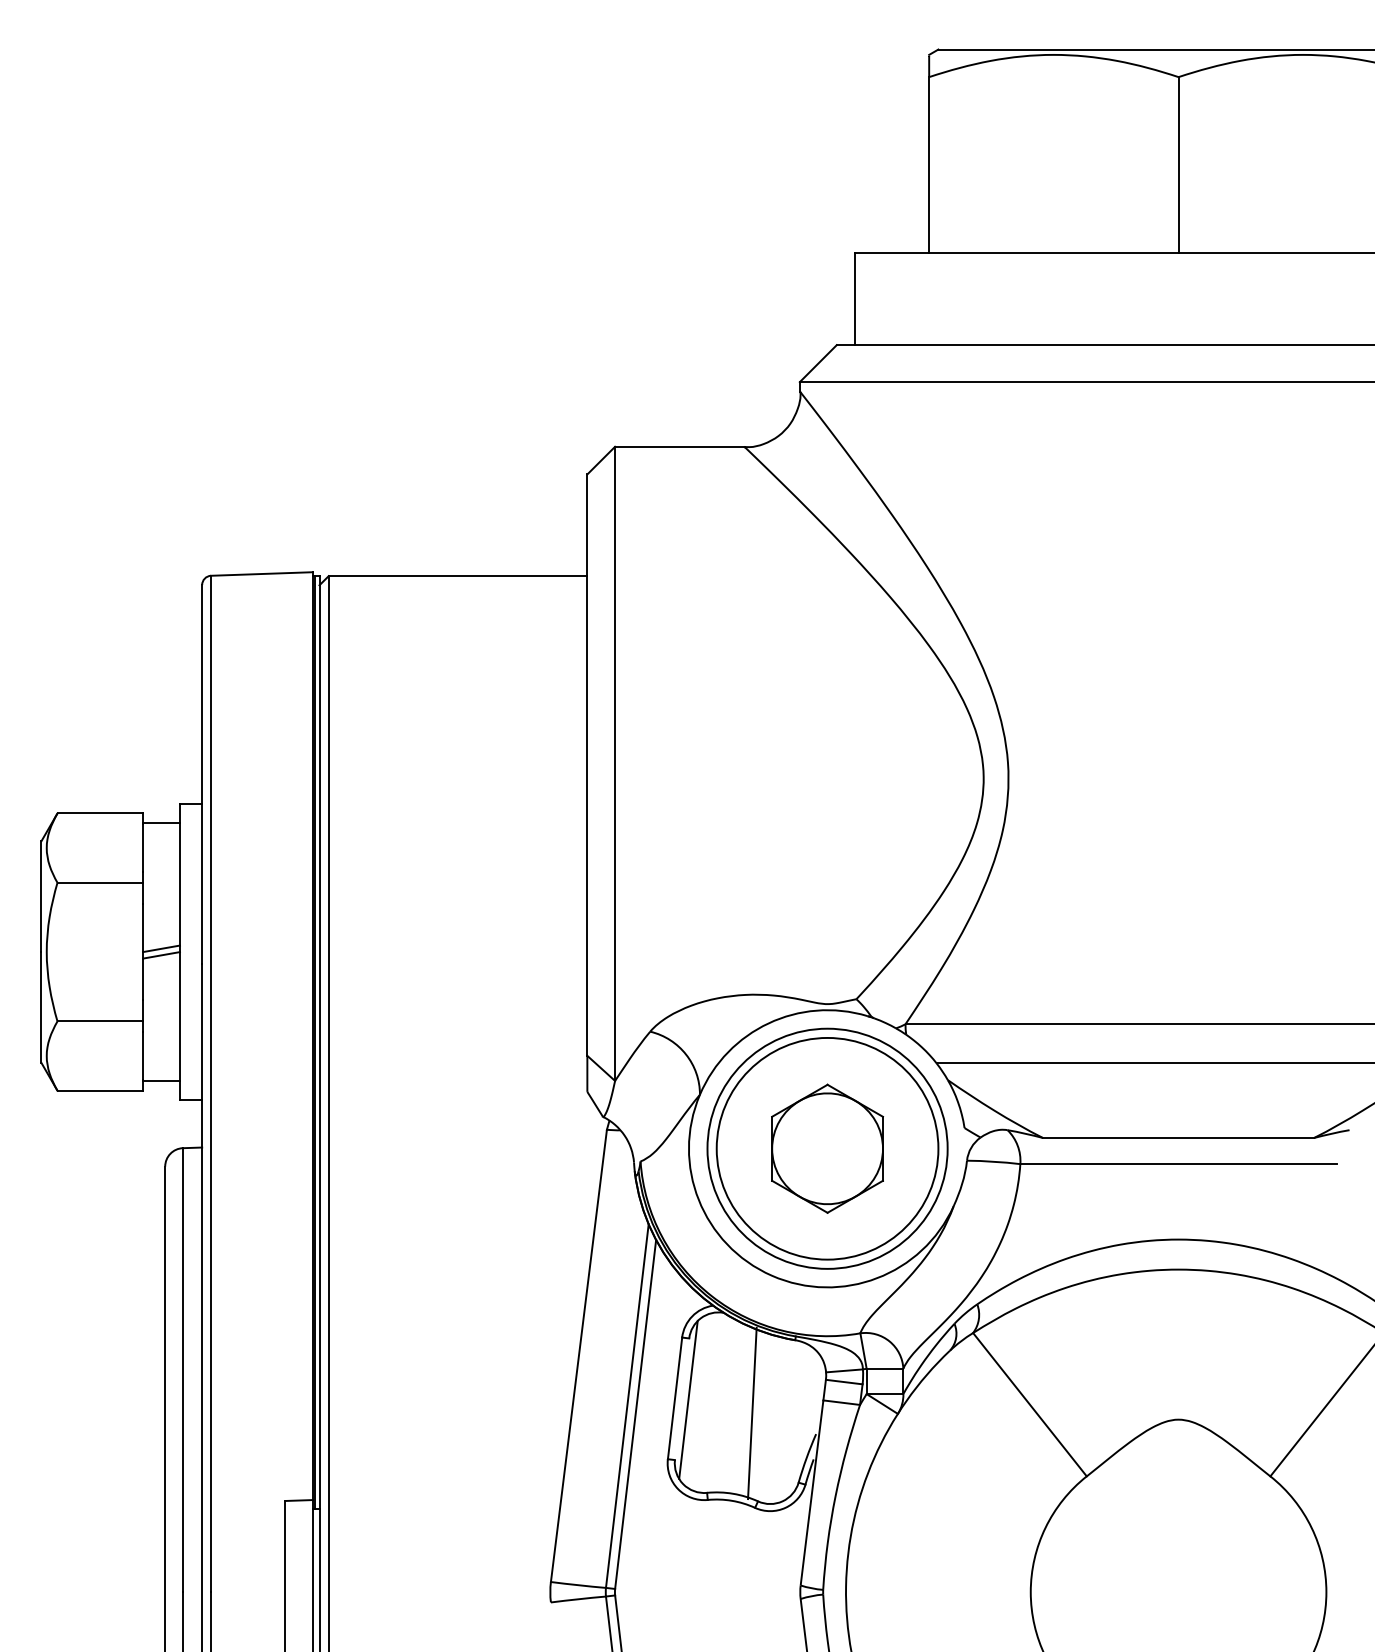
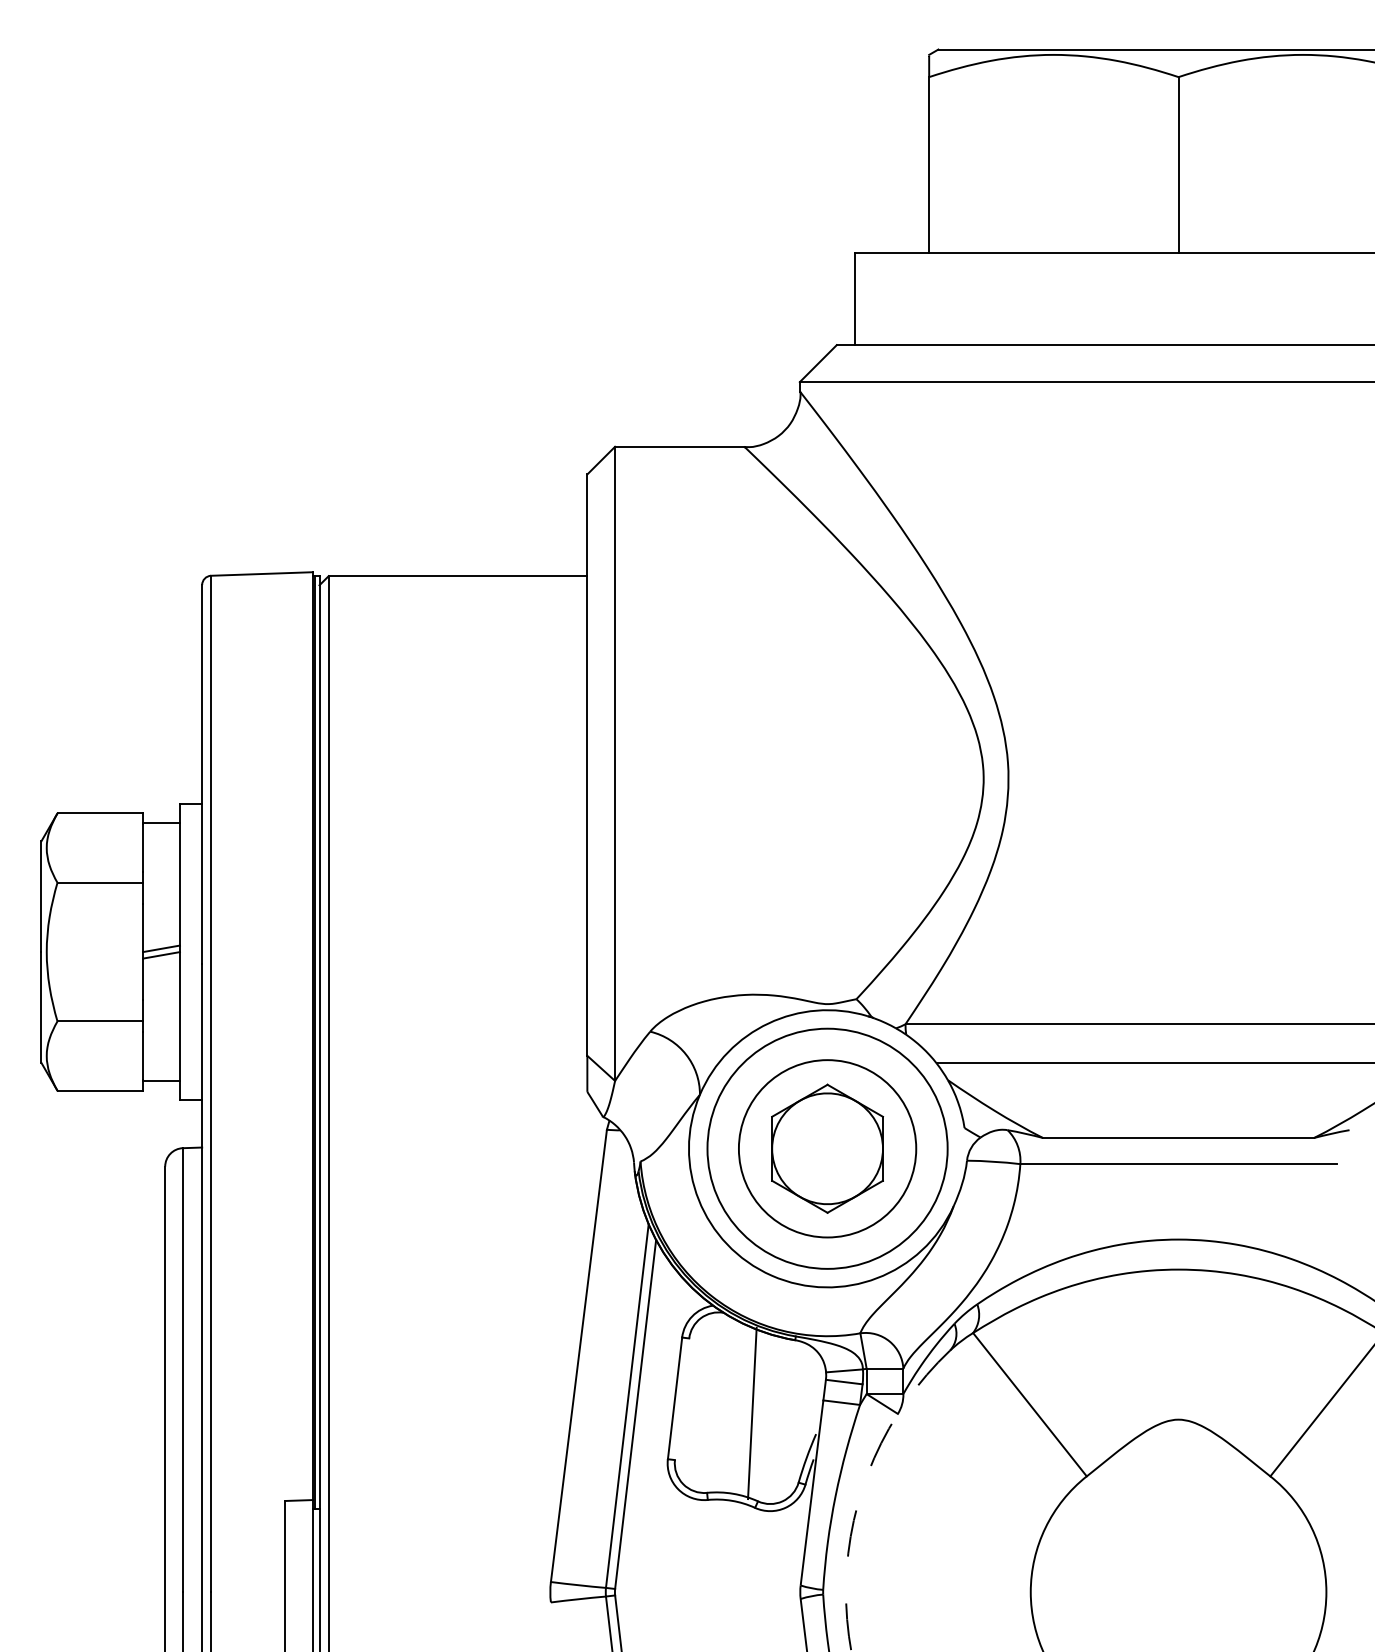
circle at (827, 1148) diameter: 222 px -> 177 px
line at (688, 1399): present -> none
arc at (862, 1488): solid -> dashed
